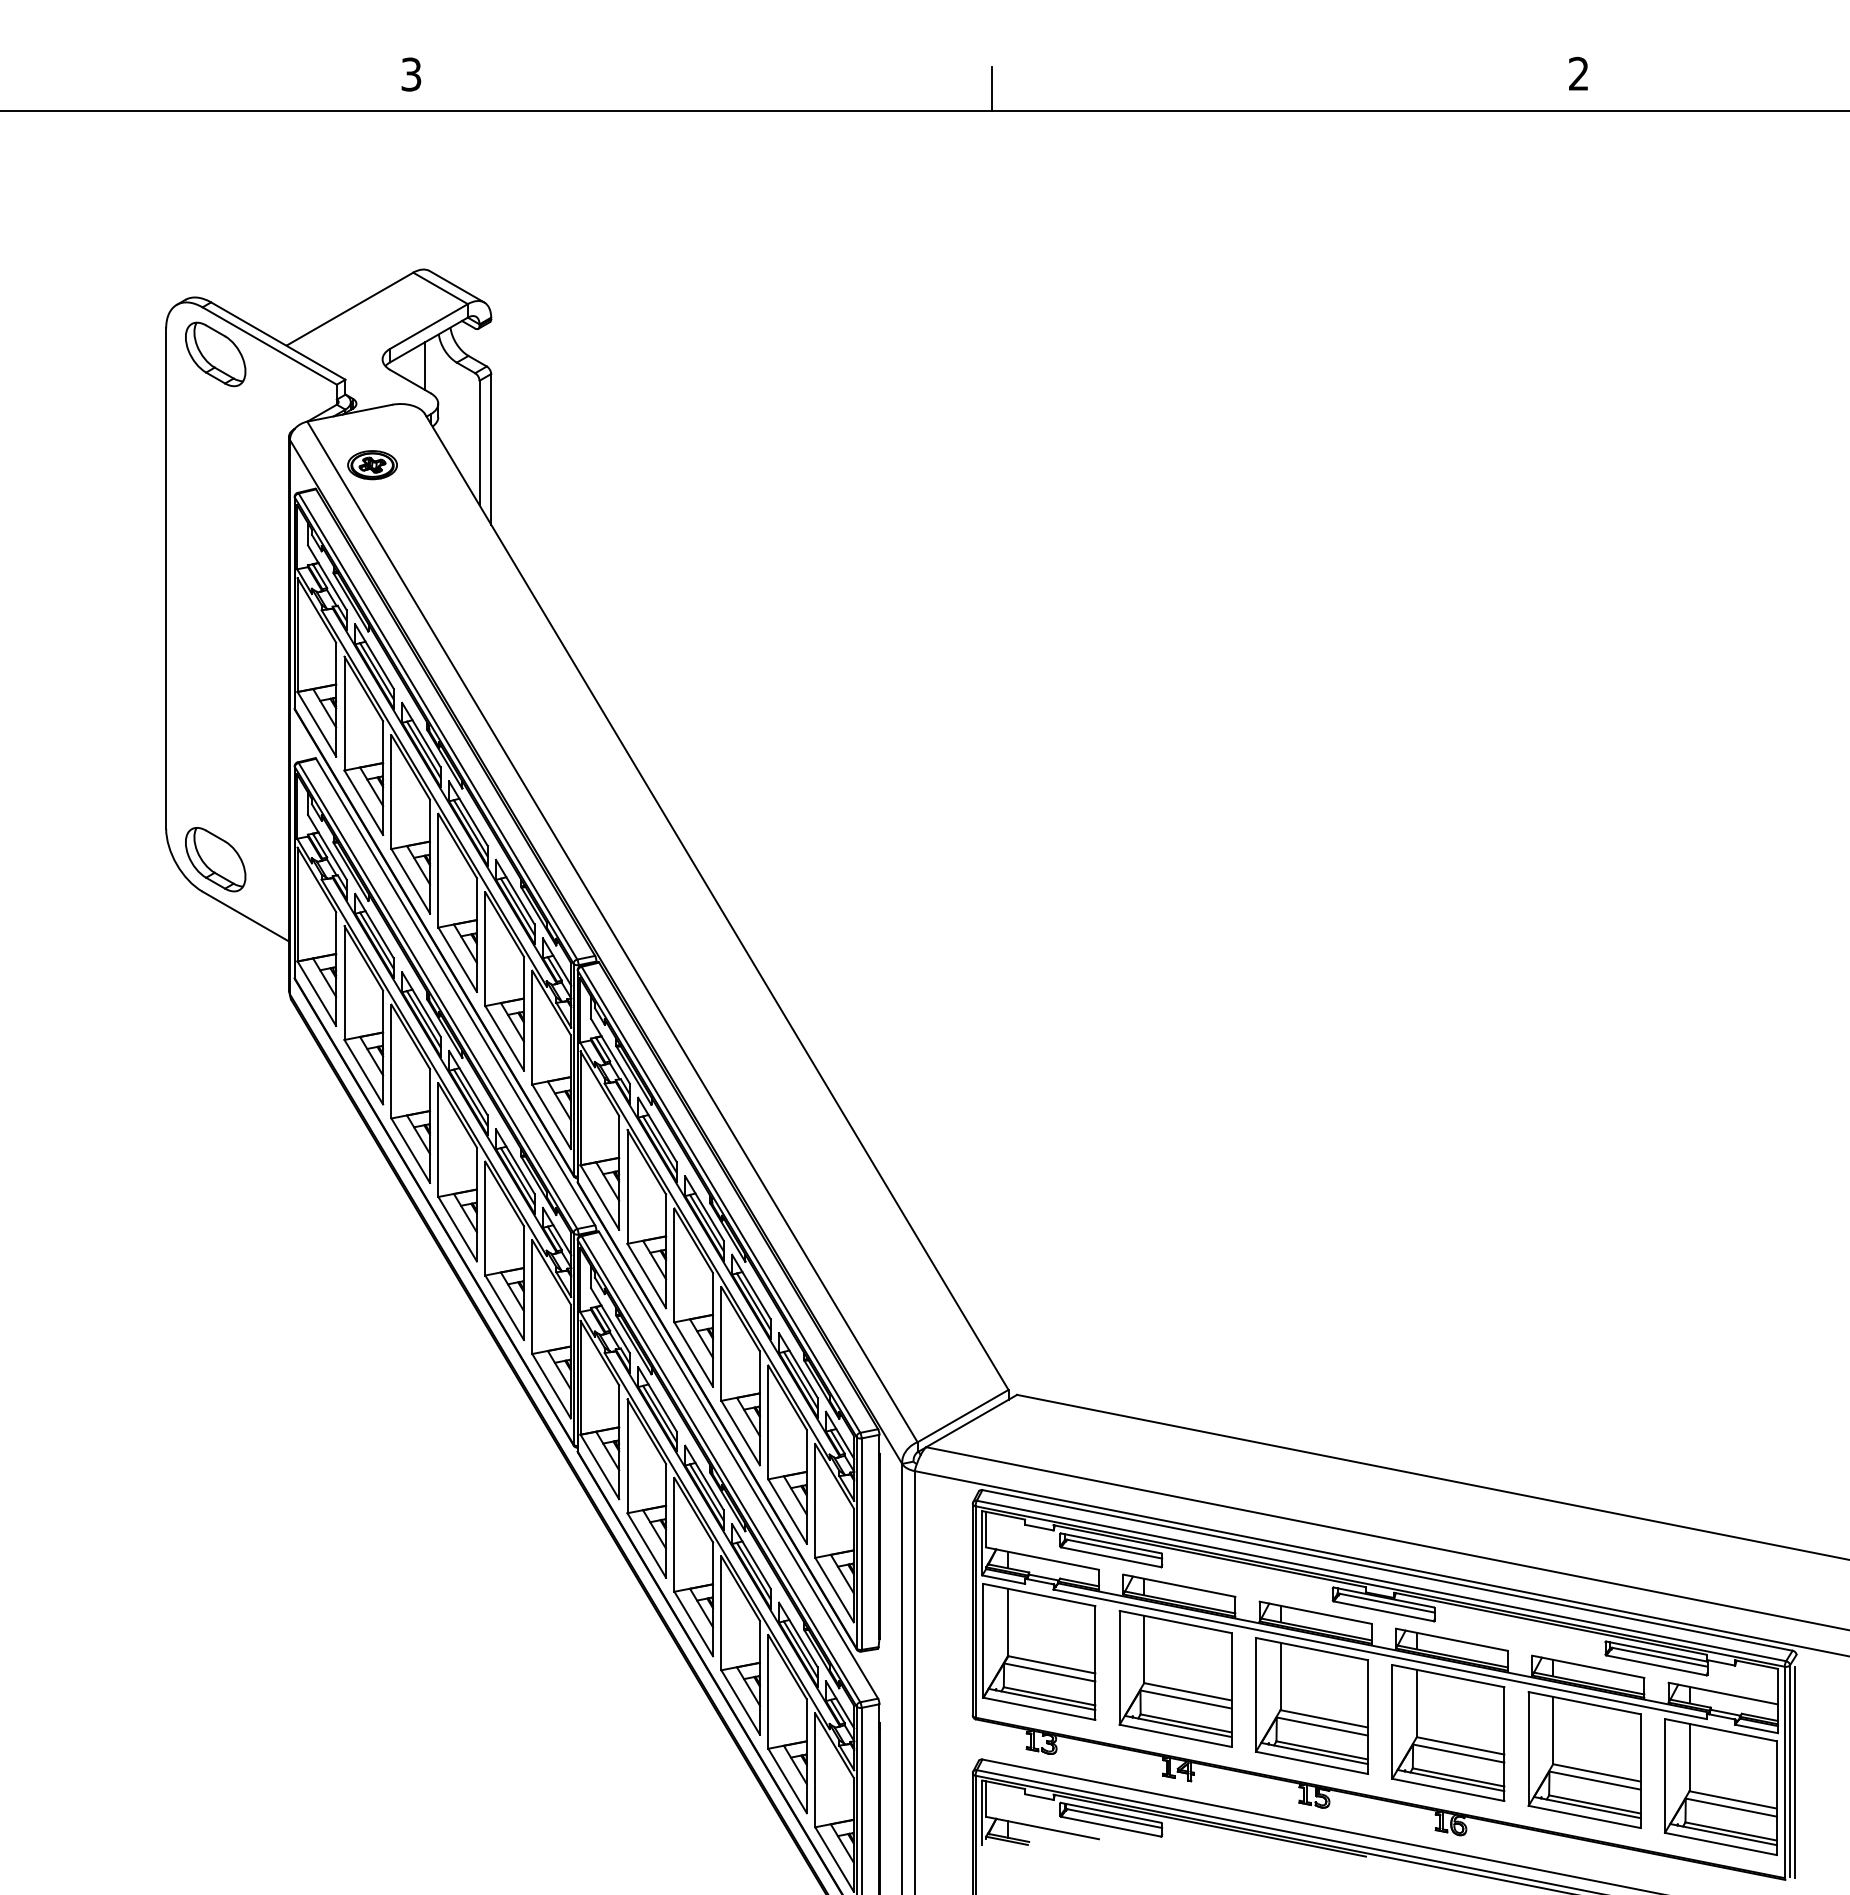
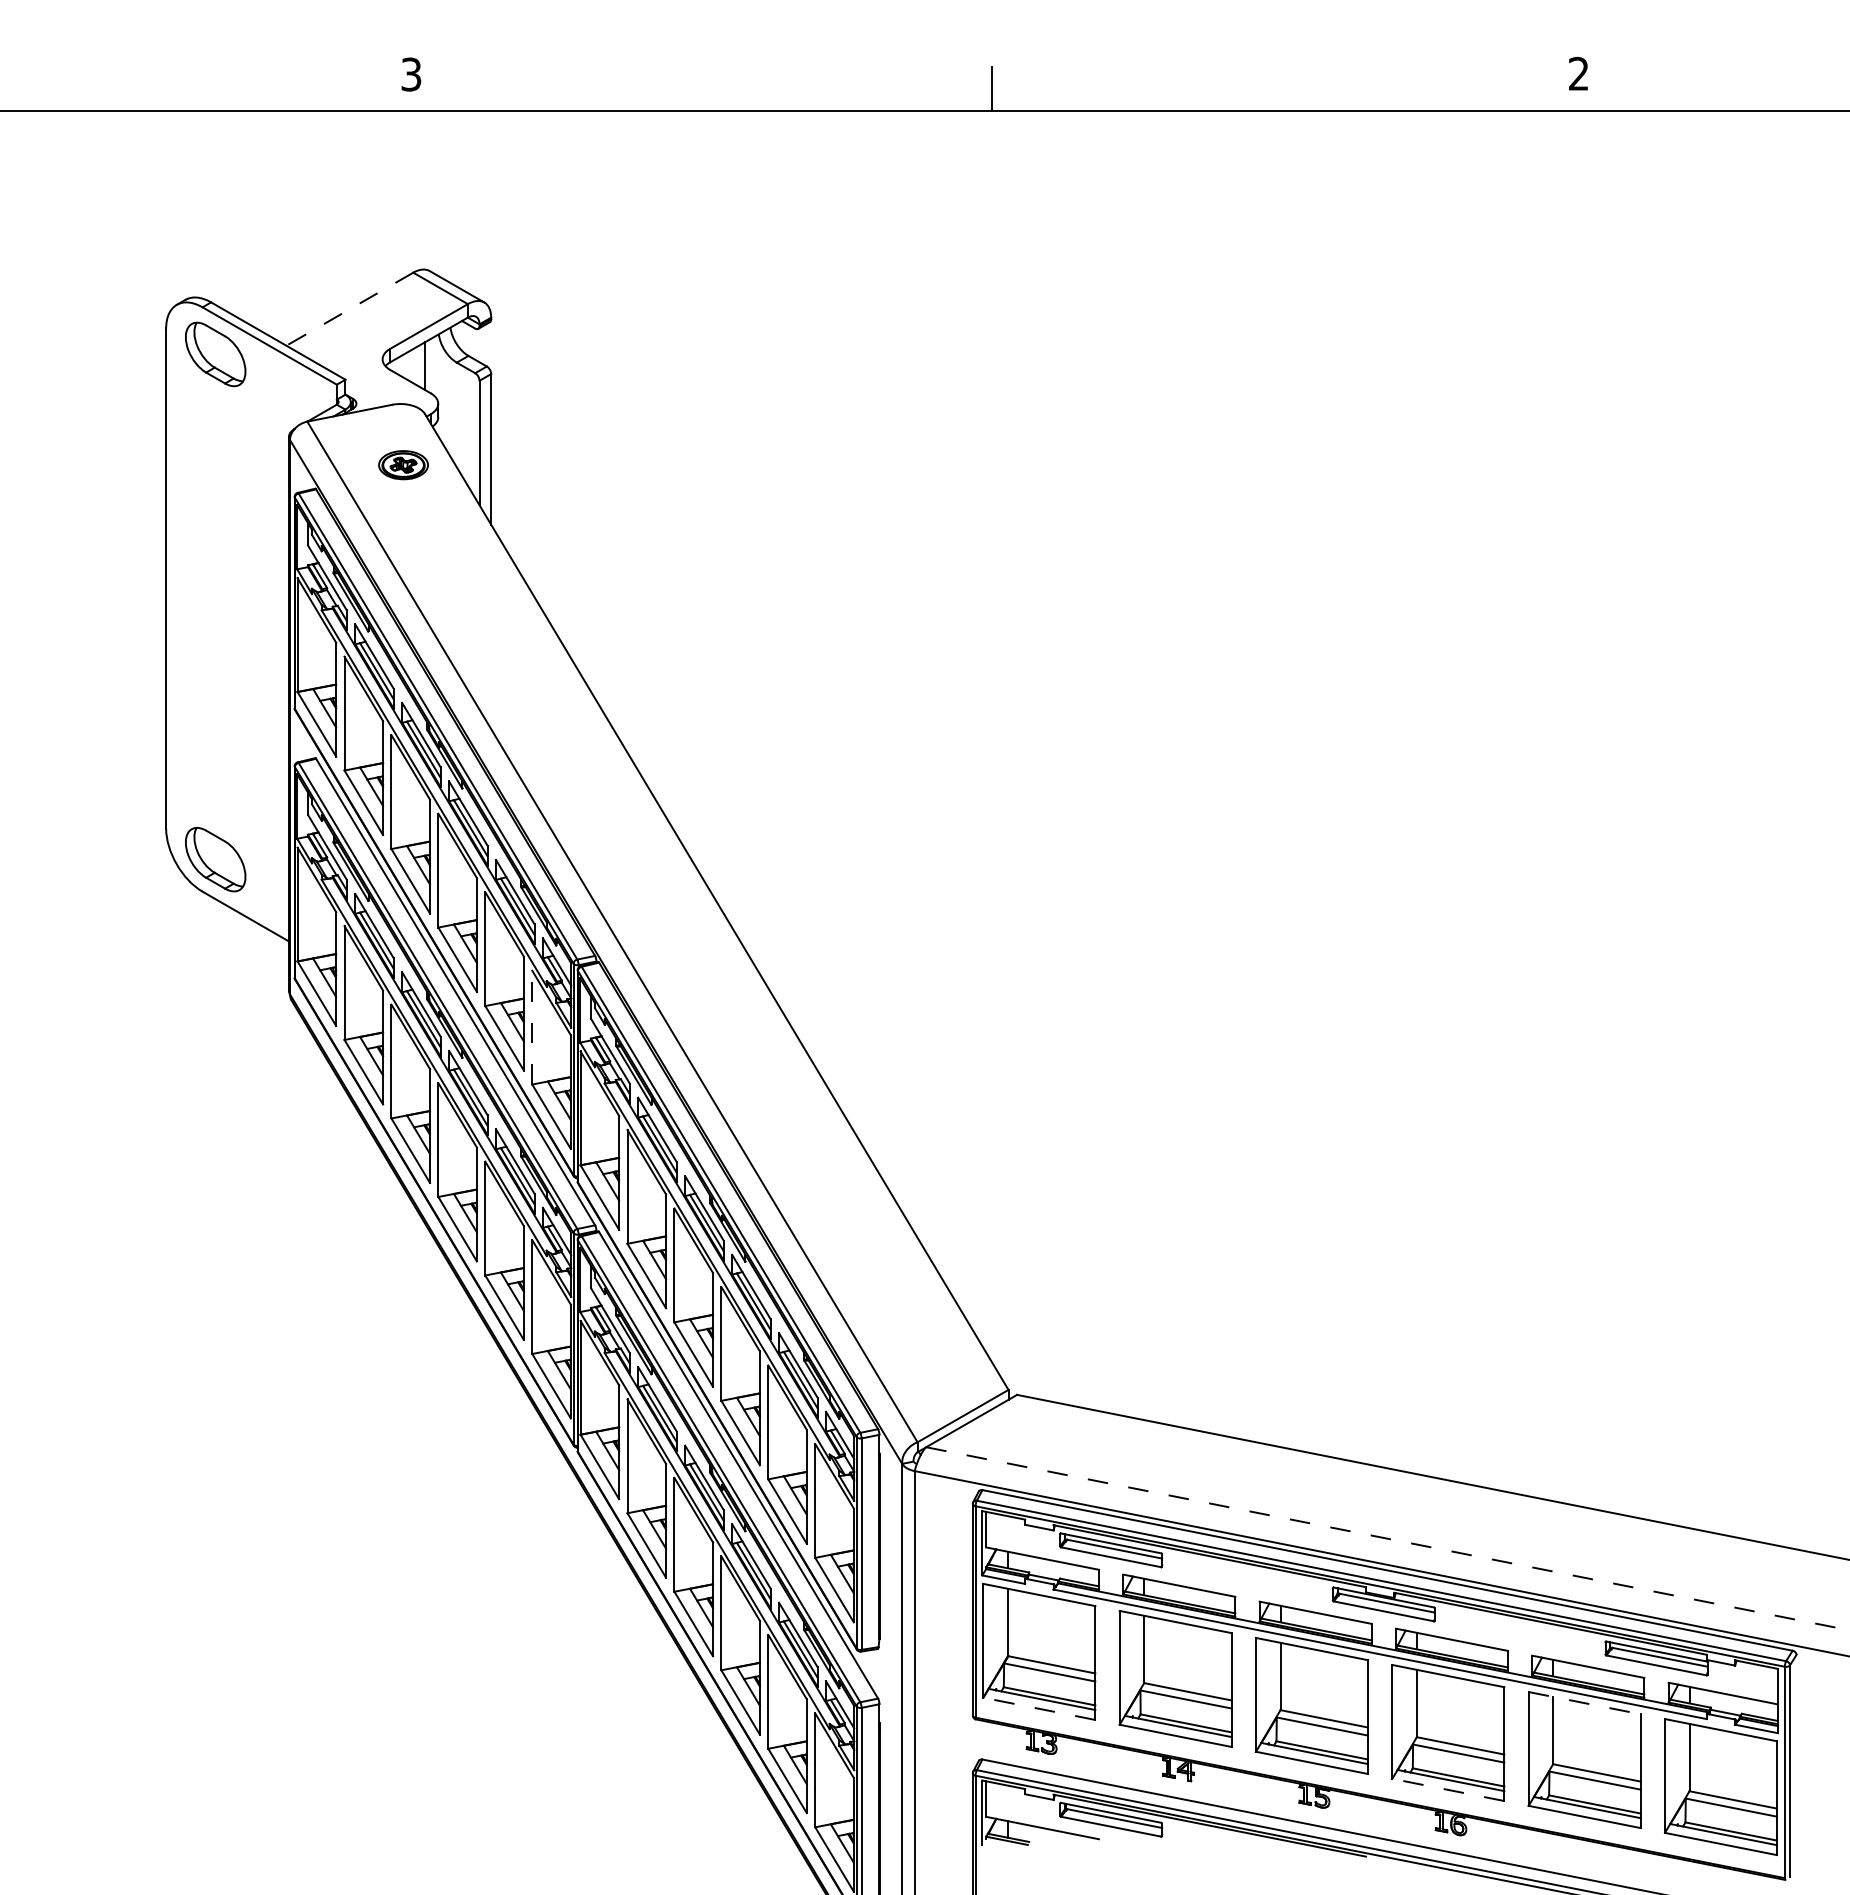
line at (350, 309): solid -> dashed
part at (372, 465) position: (372, 465) -> (403, 465)
line at (532, 1027): solid -> dashed
line at (1388, 1538): solid -> dashed
line at (1585, 1703): solid -> dashed
line at (1038, 1708): solid -> dashed
line at (1794, 1772): present -> none
line at (1447, 1789): solid -> dashed
